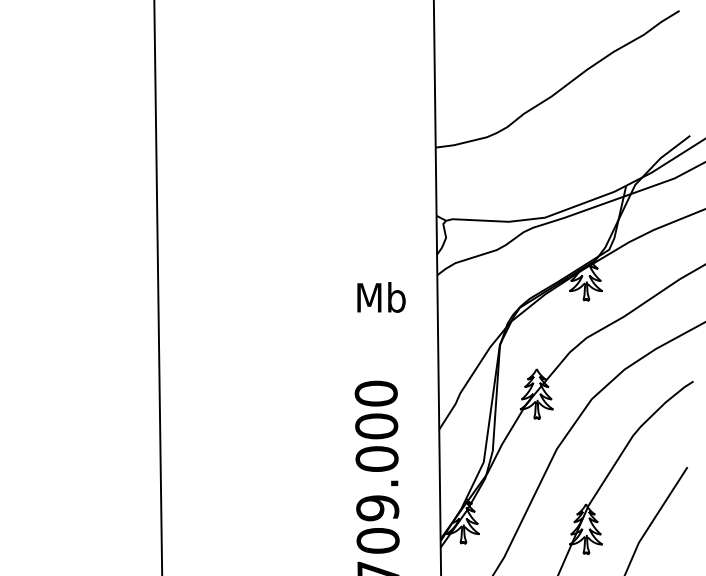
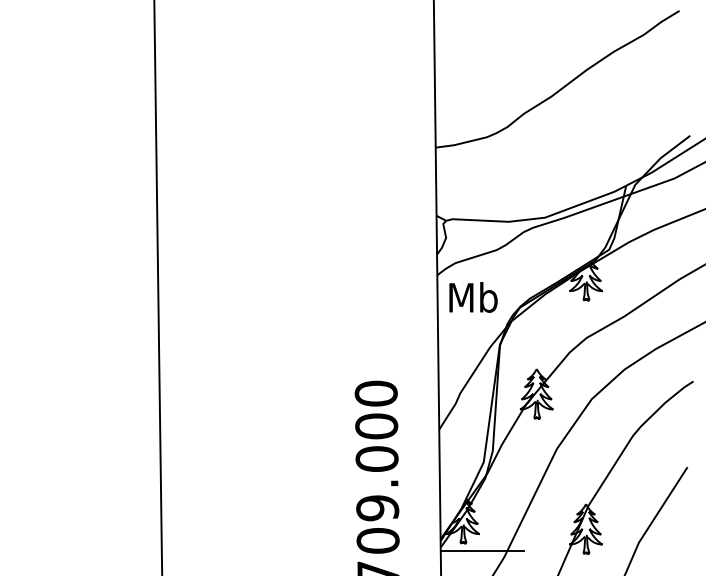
text at (381, 297) position: (381, 297) -> (473, 297)
line at (482, 551): none -> present
